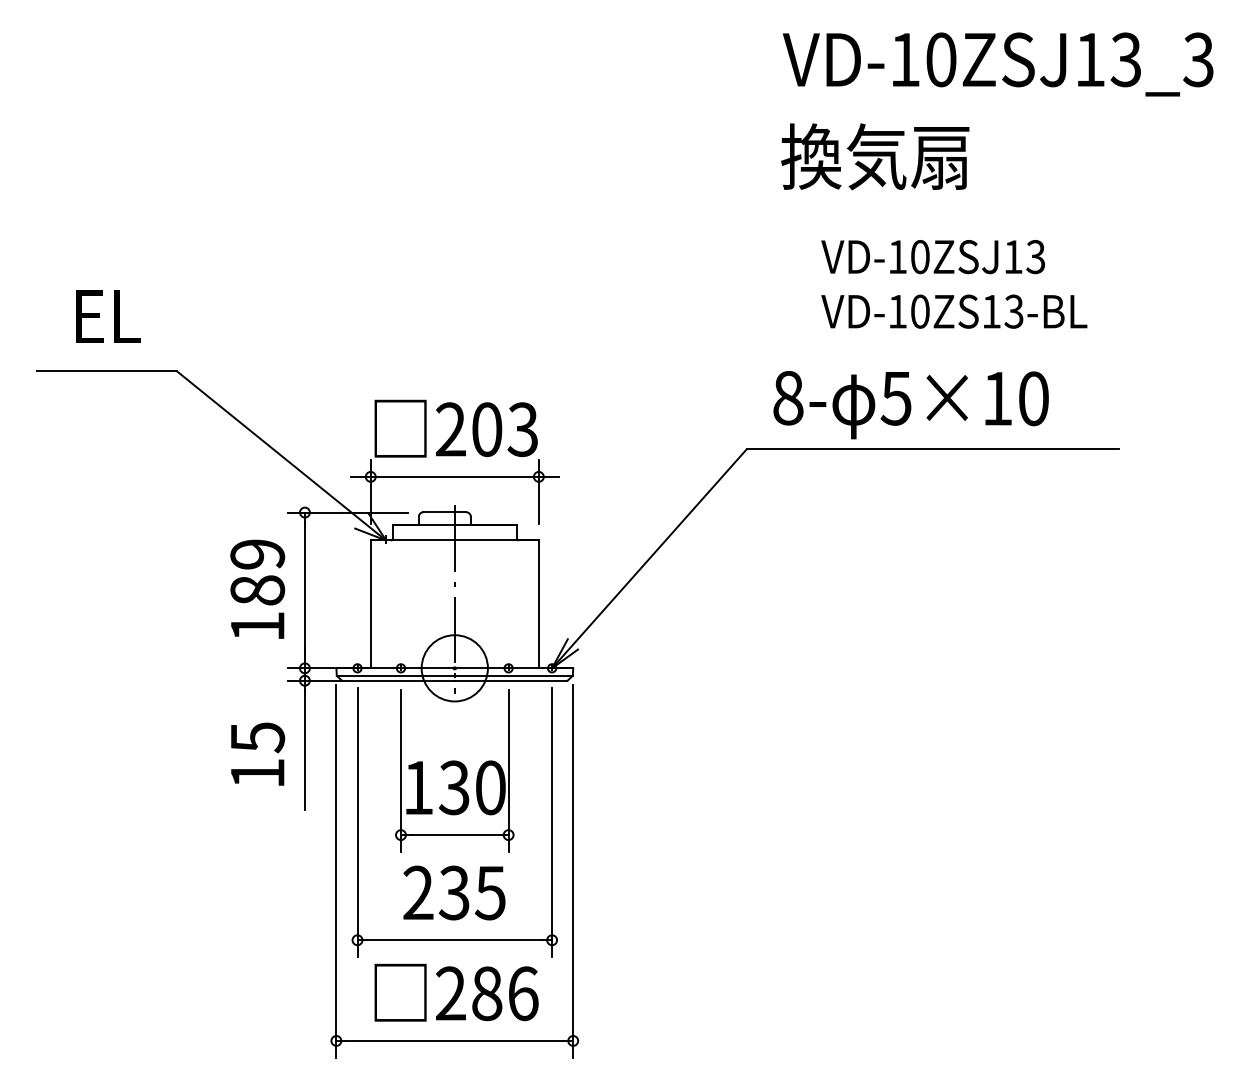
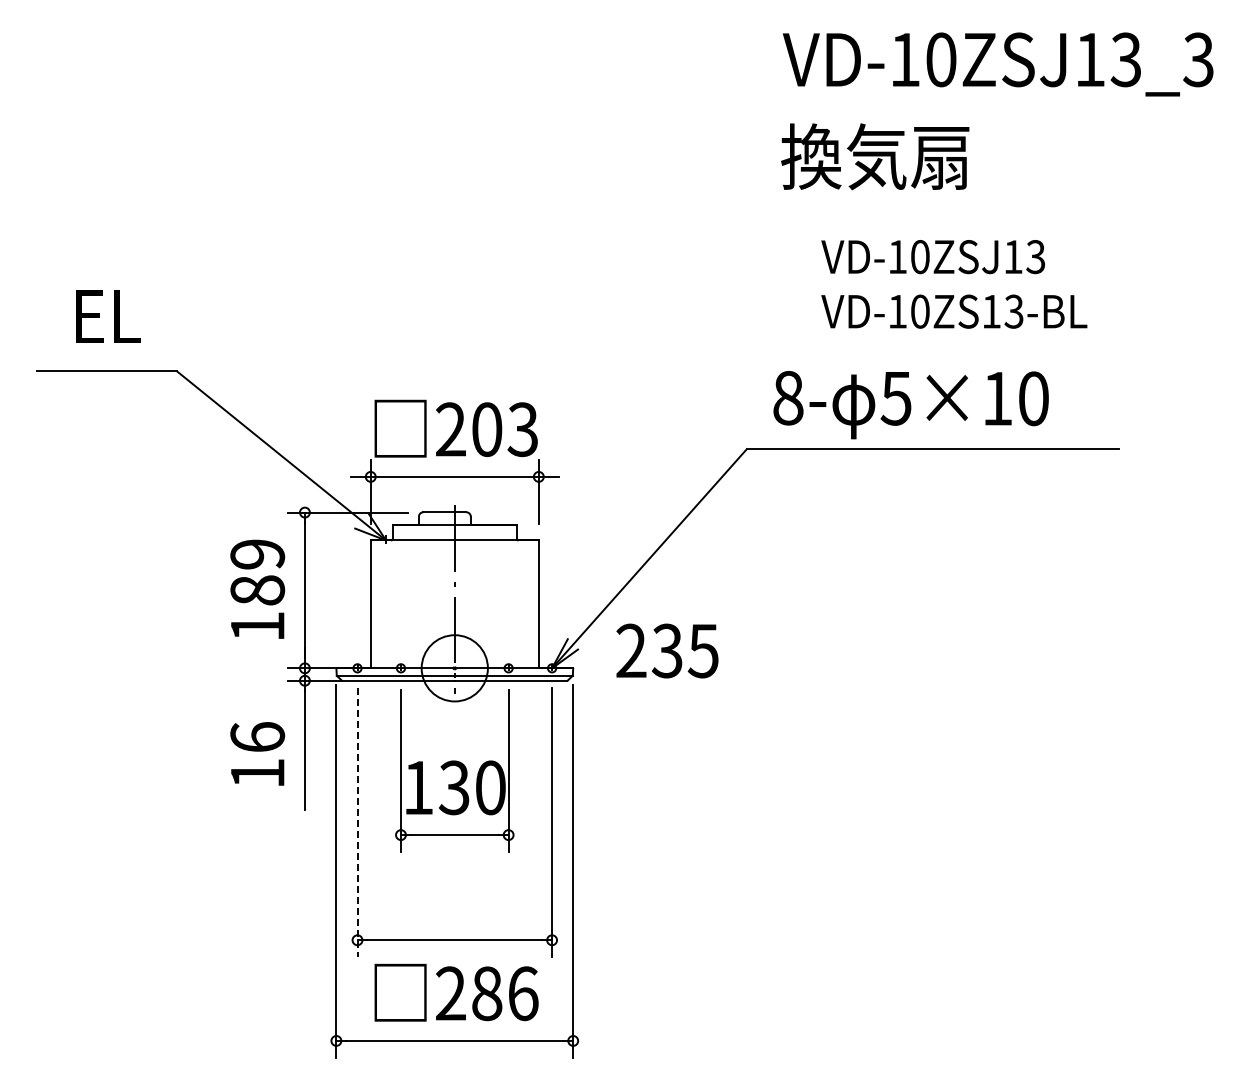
text at (257, 737): 15 -> 16
line at (357, 822): solid -> dashed
text at (454, 892) position: (454, 892) -> (667, 650)
